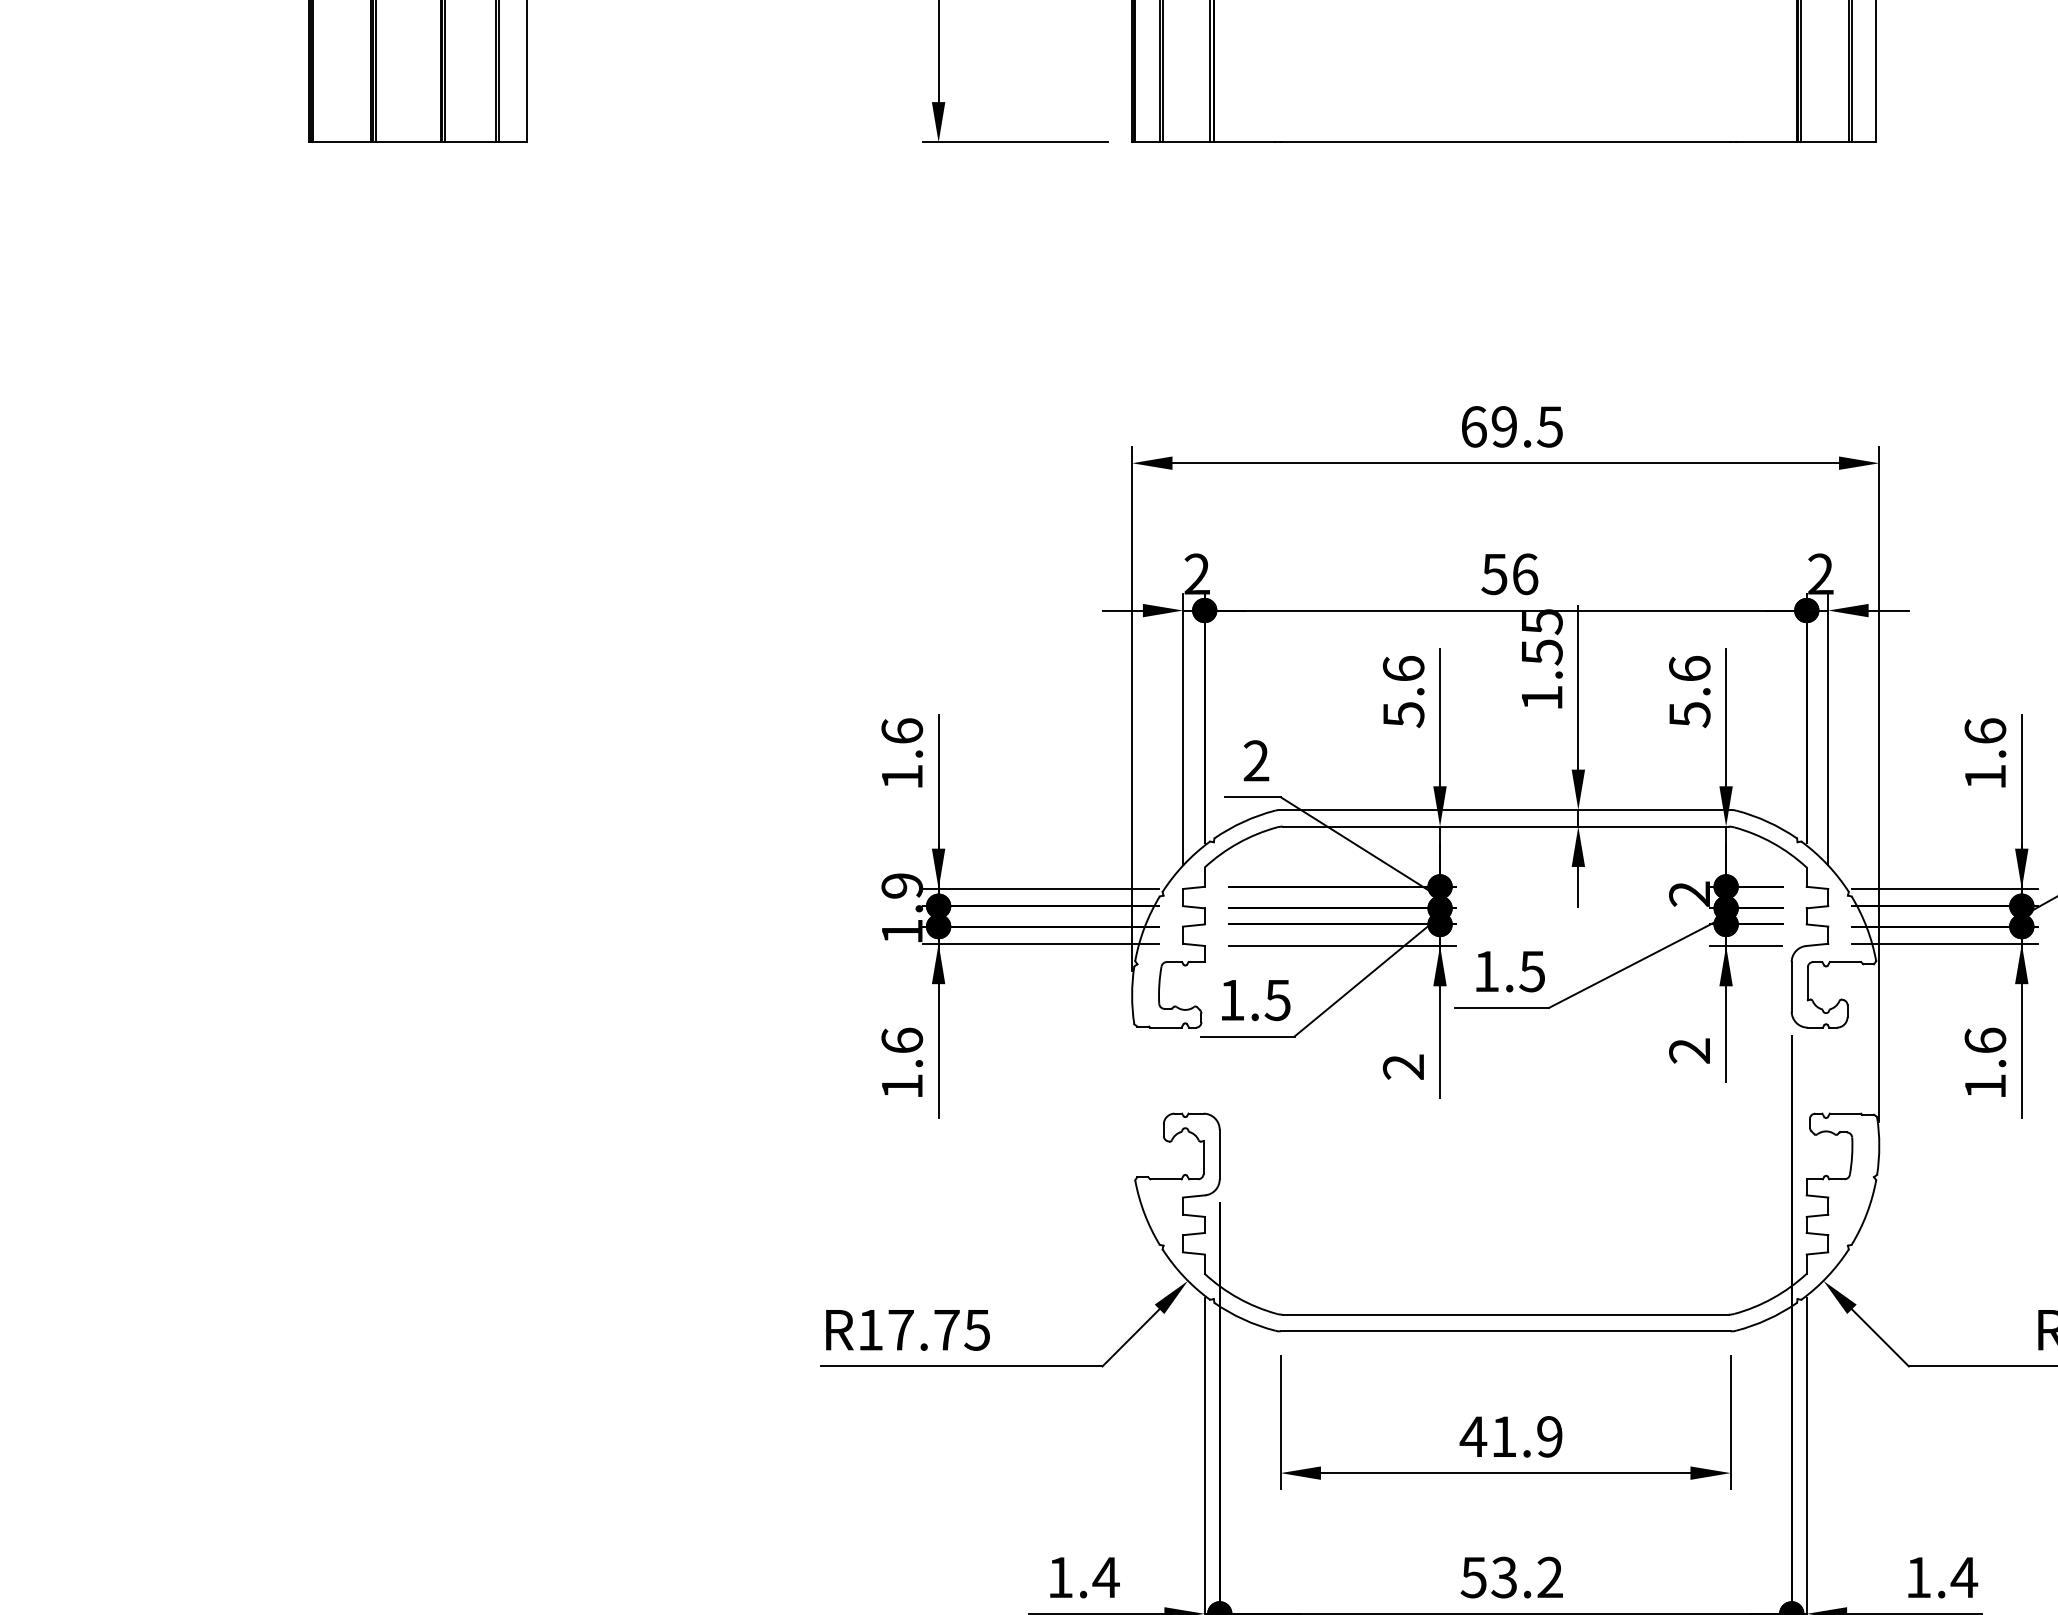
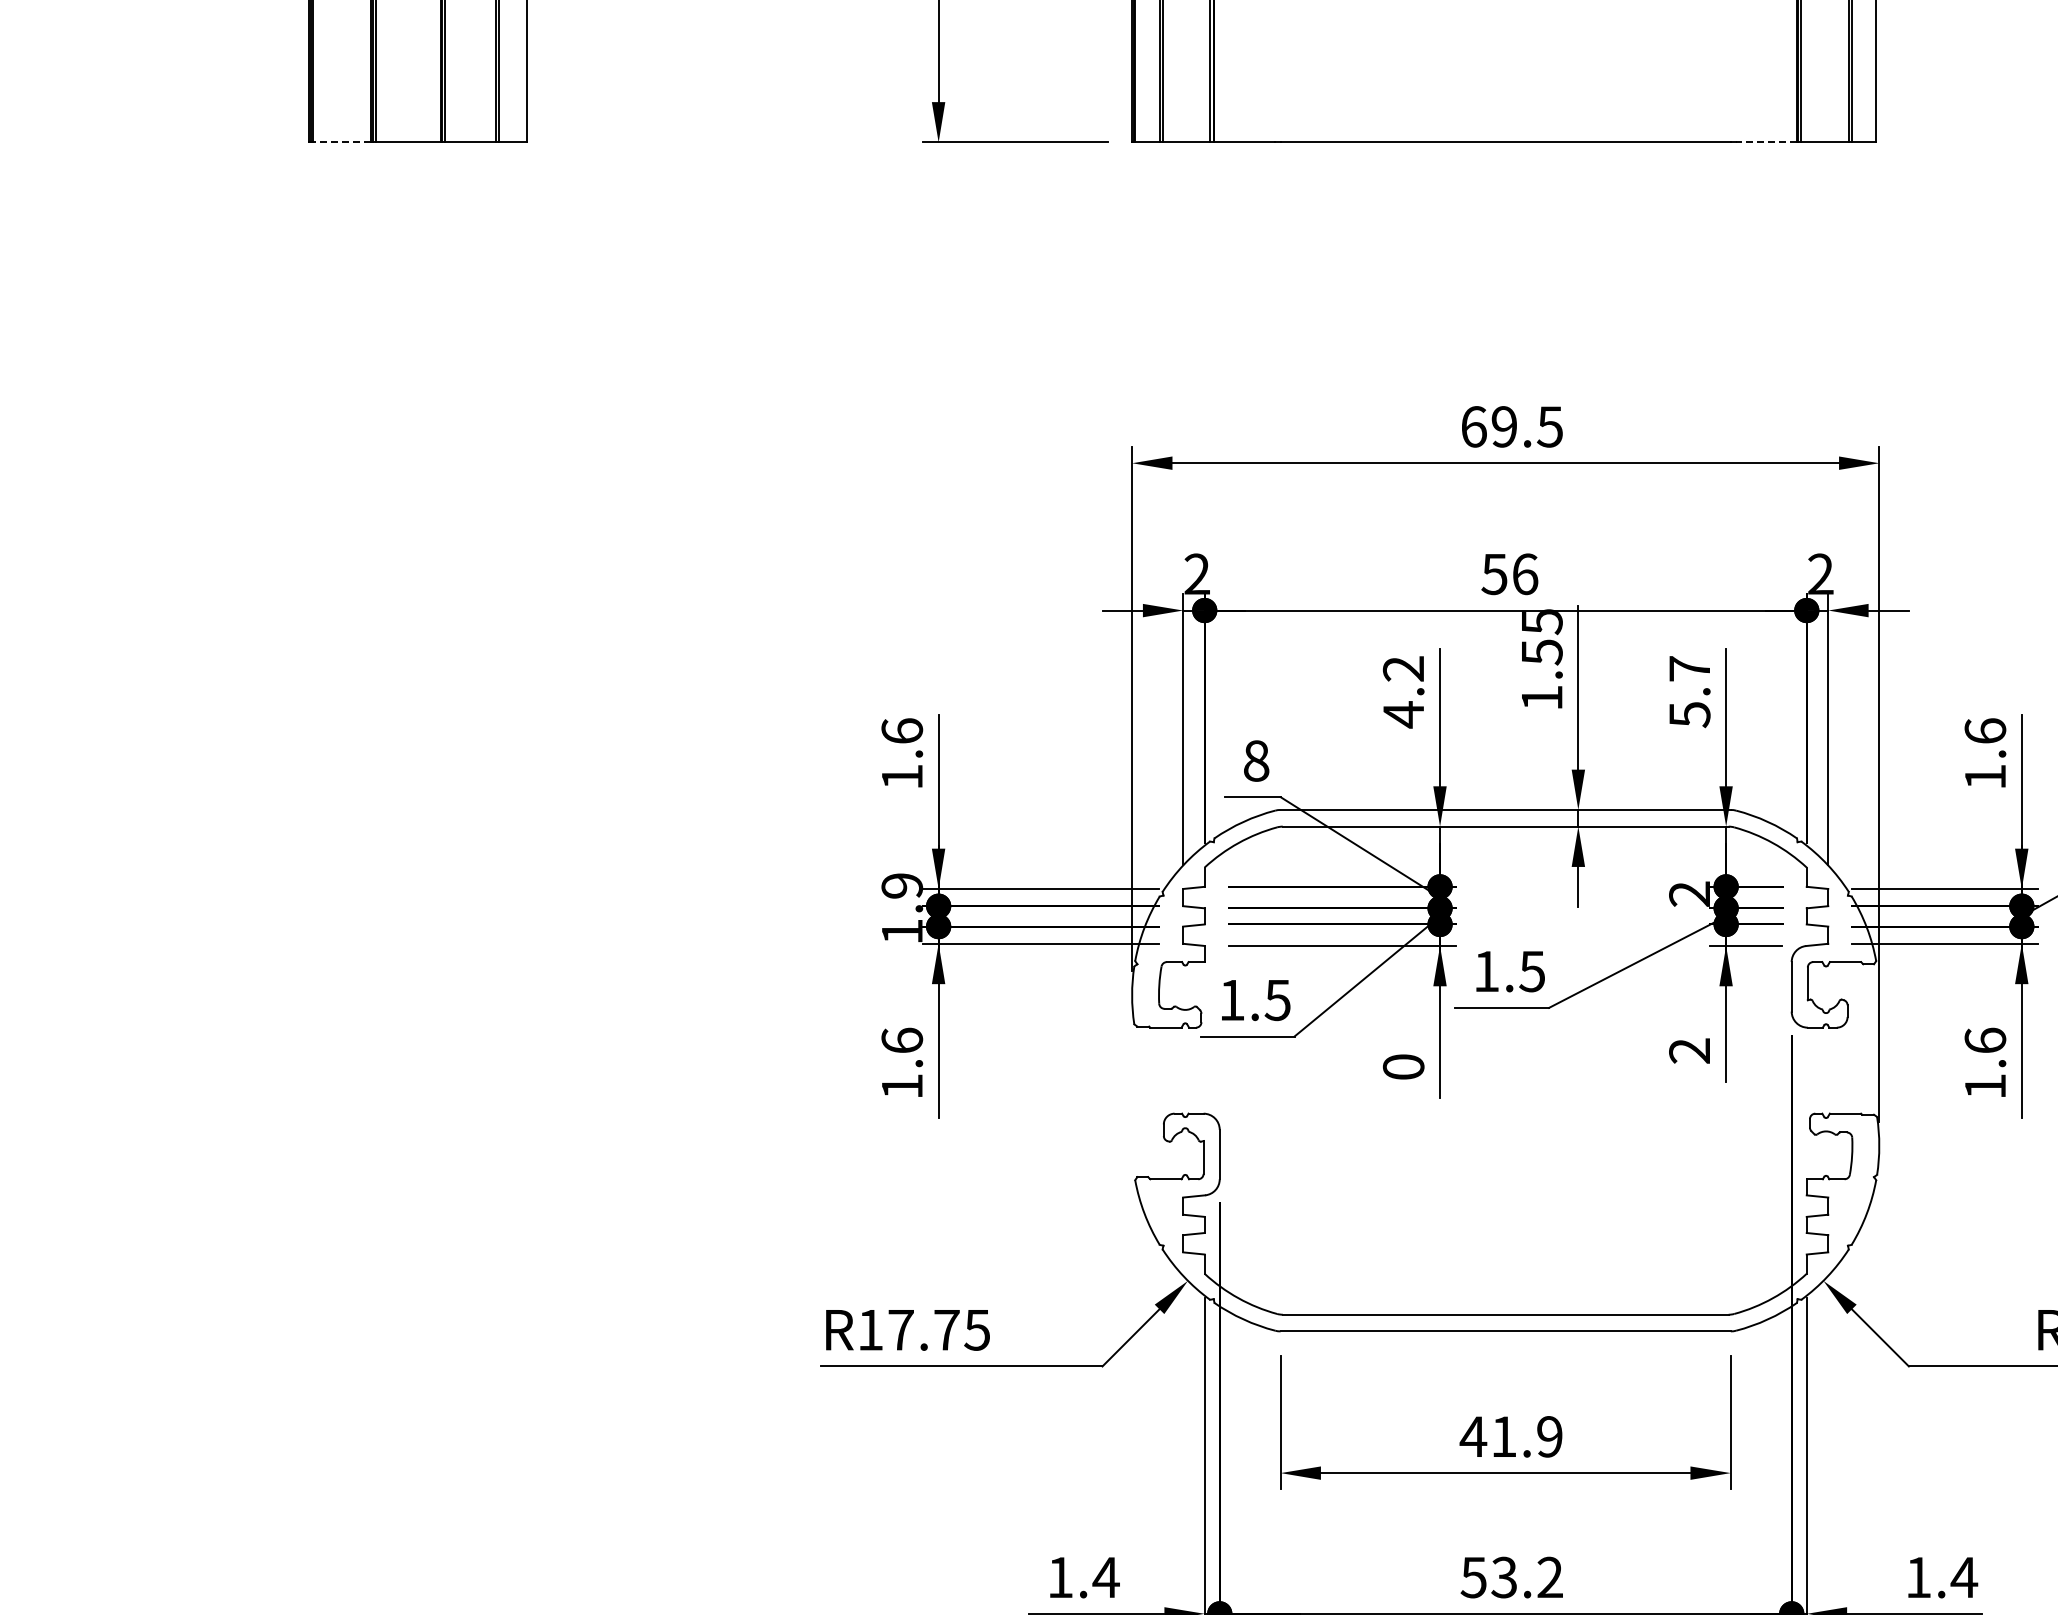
line at (341, 142): solid -> dashed
line at (1766, 142): solid -> dashed
text at (1689, 668): 5.6 -> 5.7
text at (1403, 692): 5.6 -> 4.2
text at (1256, 760): 2 -> 8
text at (1403, 1066): 2 -> 0
